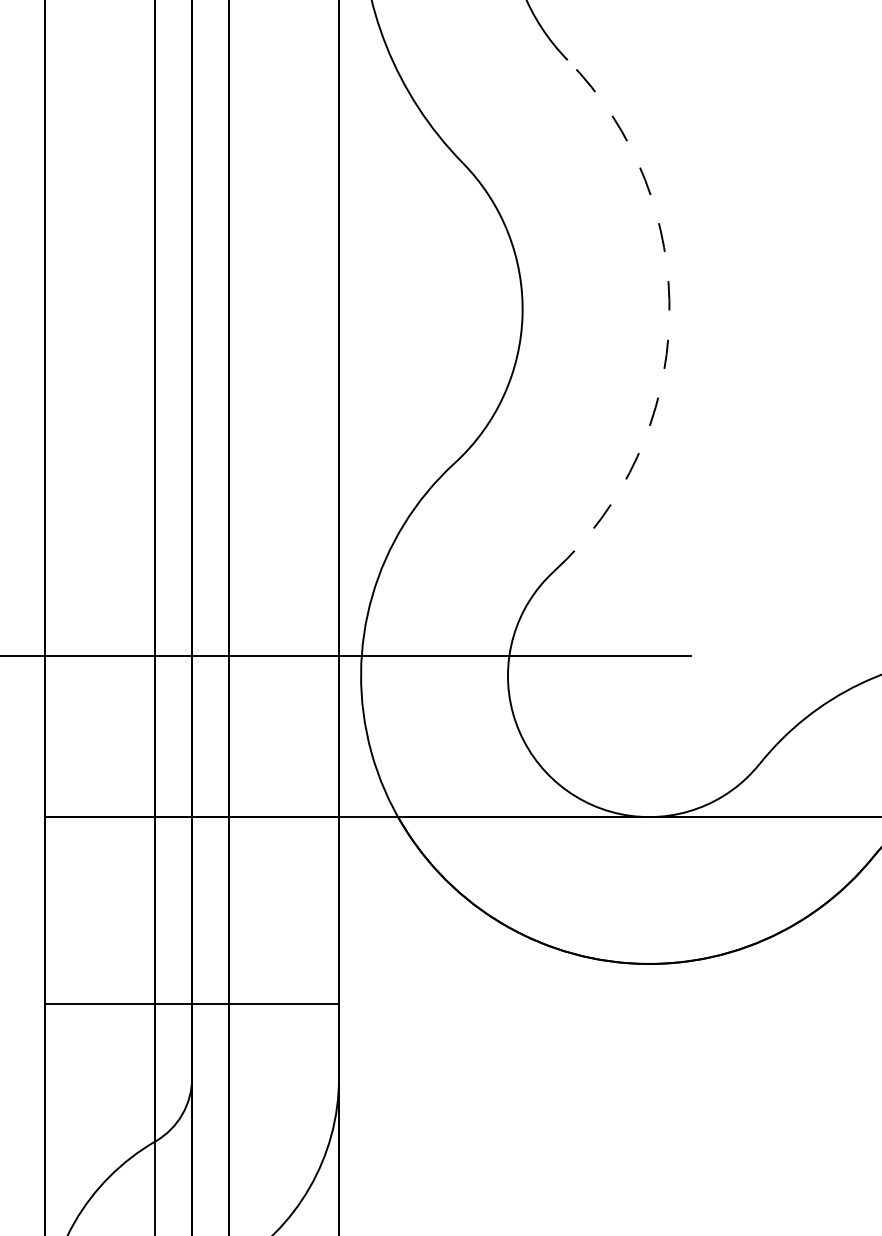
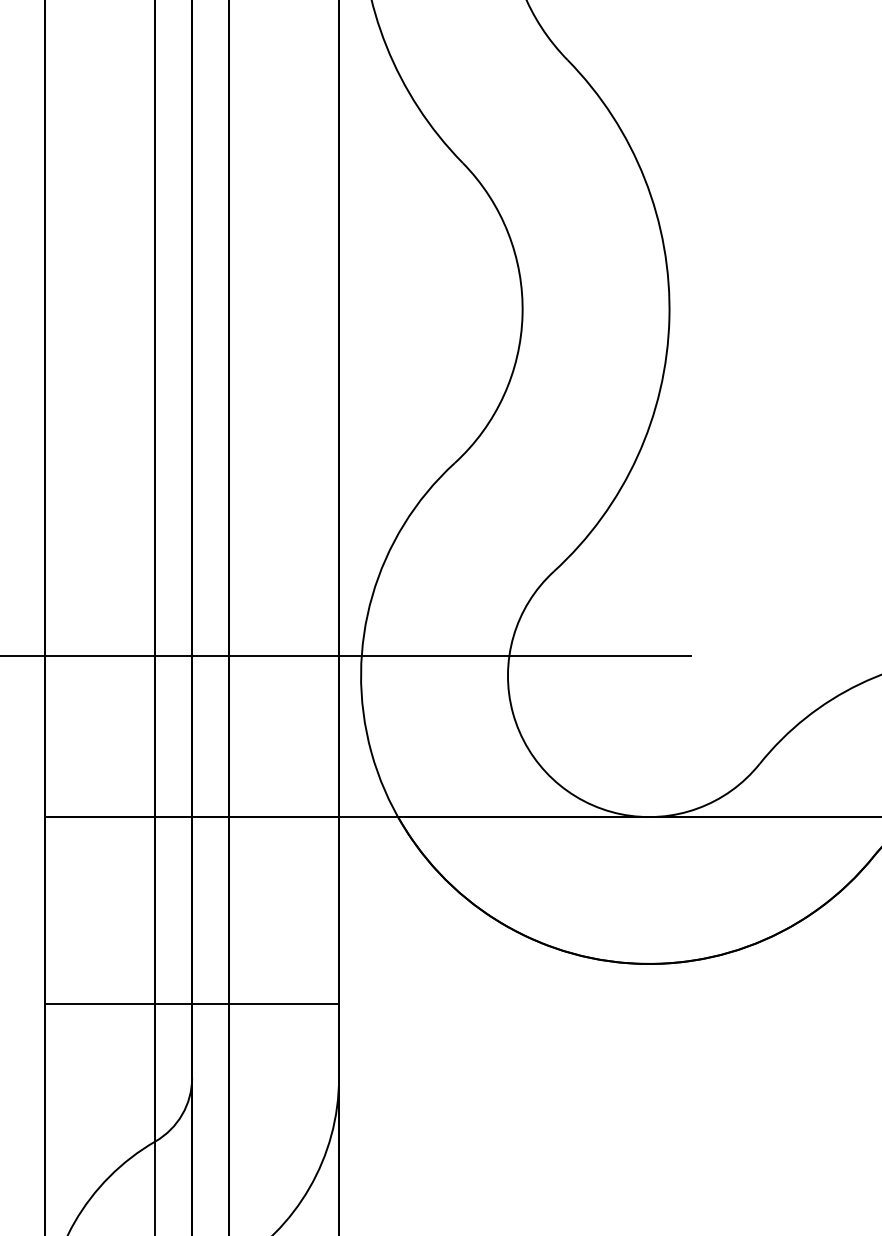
arc at (669, 318): dashed -> solid
